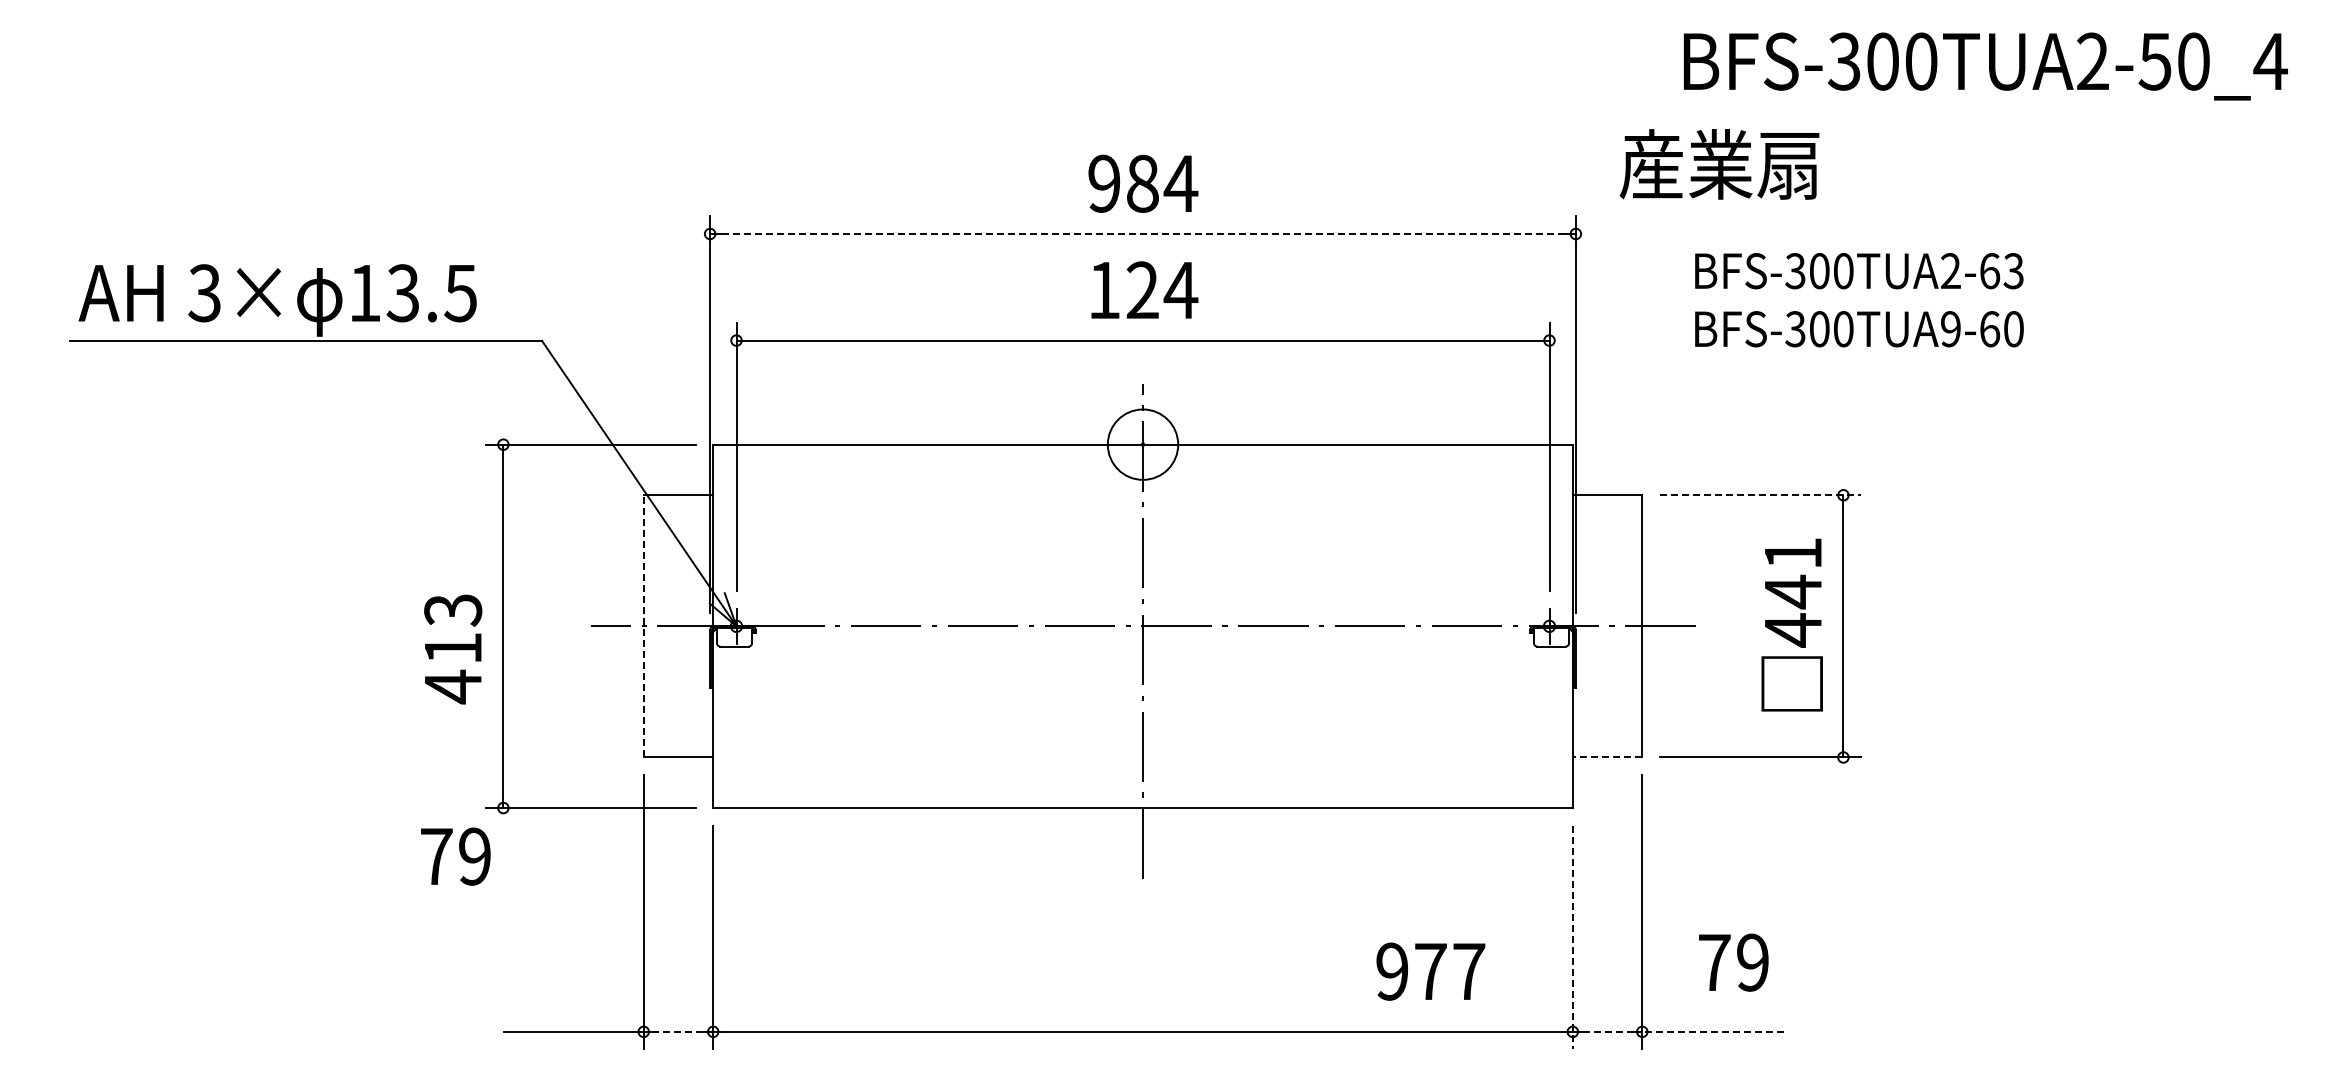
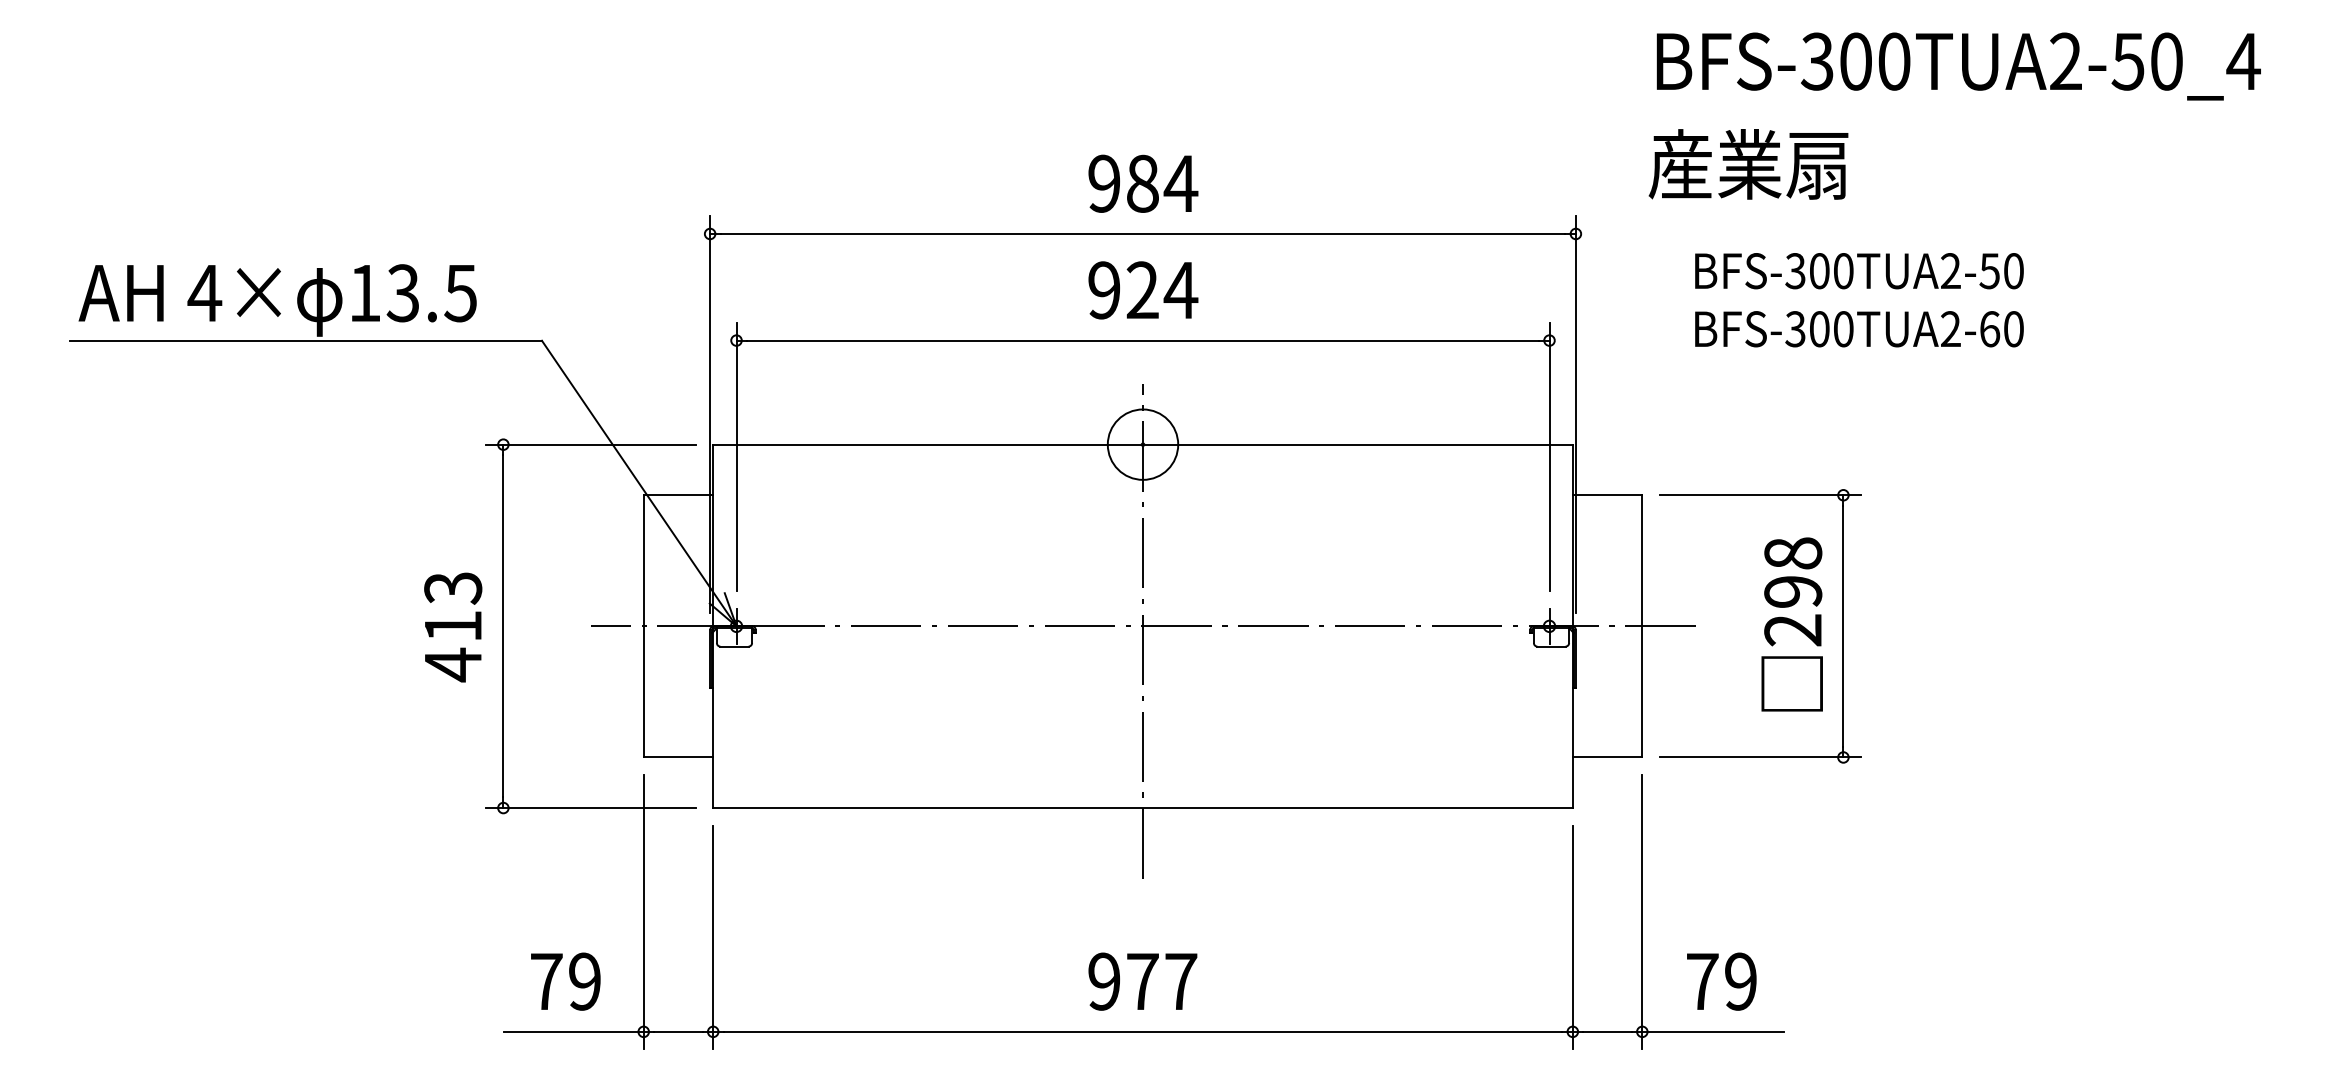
text at (1985, 66) position: (1985, 66) -> (1958, 66)
text at (1719, 164) position: (1719, 164) -> (1748, 164)
line at (1142, 233): dashed -> solid
text at (2001, 271): BFS-300TUA2-63 -> BFS-300TUA2-50
text at (1103, 290): 124 -> 924
text at (204, 293): 3× -> 4×
text at (1950, 329): BFS-300TUA9-60 -> BFS-300TUA2-60
line at (1760, 495): dashed -> solid
text at (1793, 592): 441 -> 298
line at (643, 625): dashed -> solid
text at (453, 649) position: (453, 649) -> (453, 627)
line at (1607, 757): dashed -> solid
text at (455, 856) position: (455, 856) -> (565, 981)
line at (1572, 937): dashed -> solid
text at (1733, 962) position: (1733, 962) -> (1721, 981)
text at (1430, 971) position: (1430, 971) -> (1142, 981)
line at (677, 1031): dashed -> solid
line at (1608, 1031): dashed -> solid
line at (1713, 1031): dashed -> solid
